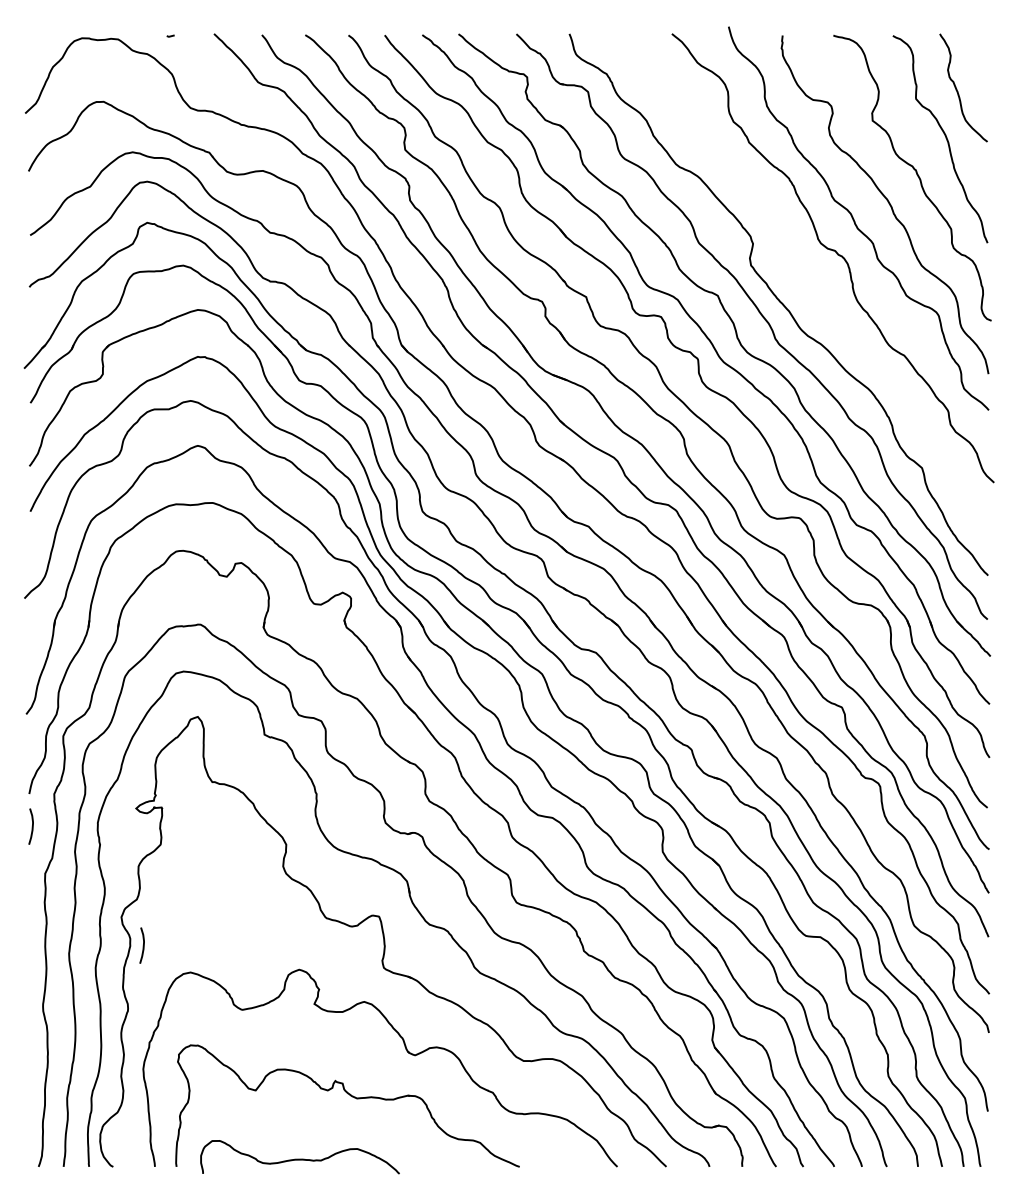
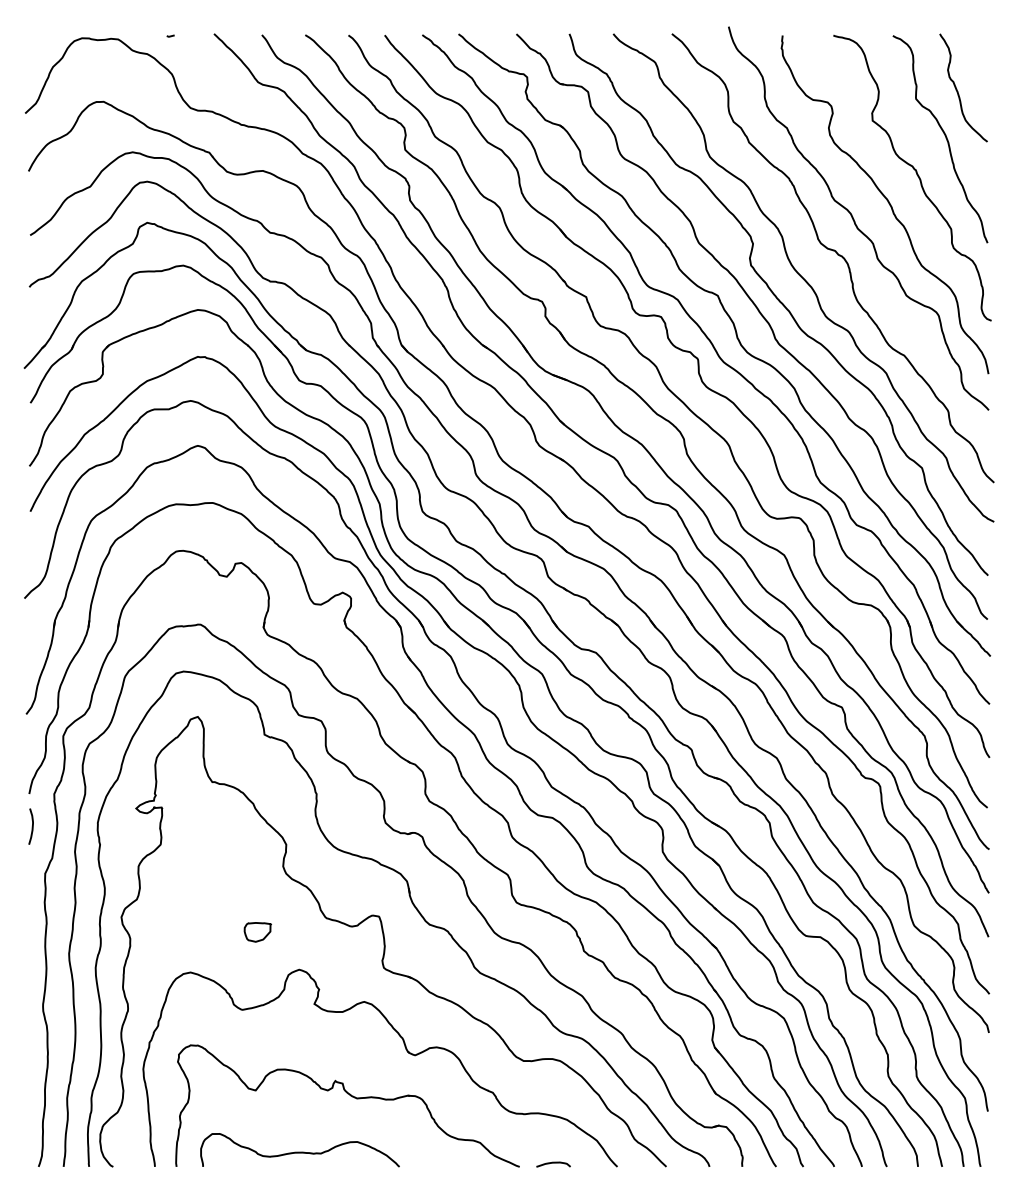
curve at (803, 277): none -> present
part at (257, 932): none -> present
curve at (142, 945): present -> none
curve at (299, 1158) position: (299, 1158) -> (299, 1151)
curve at (553, 1163): none -> present
